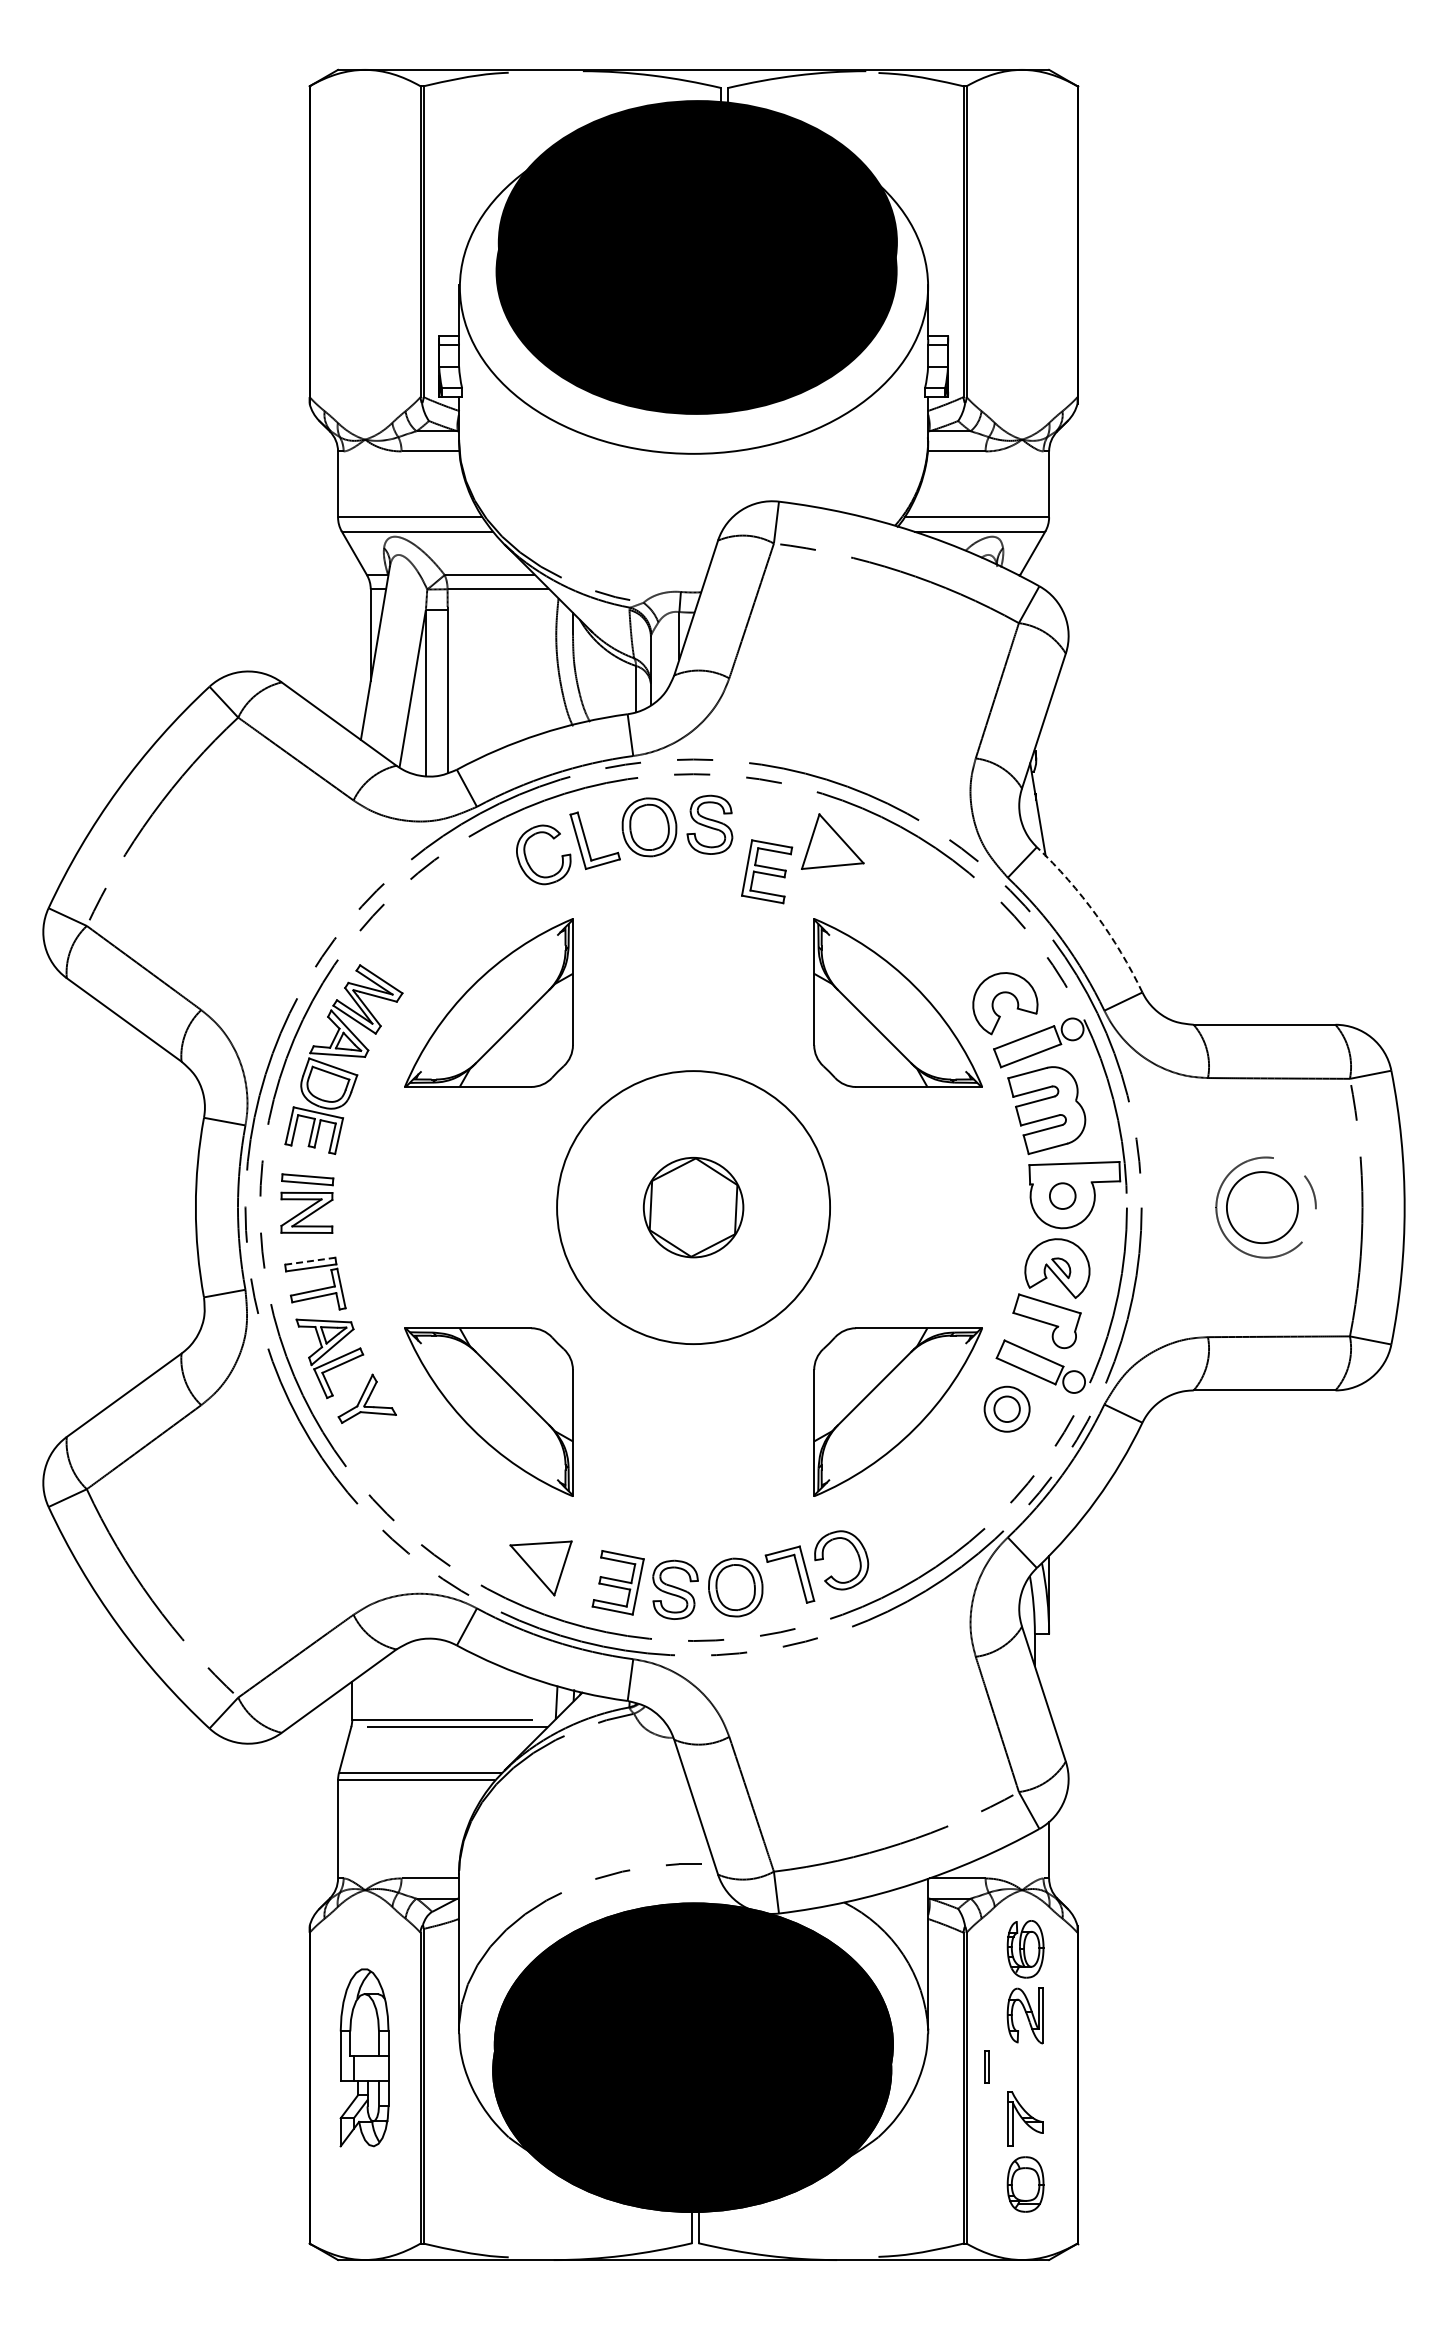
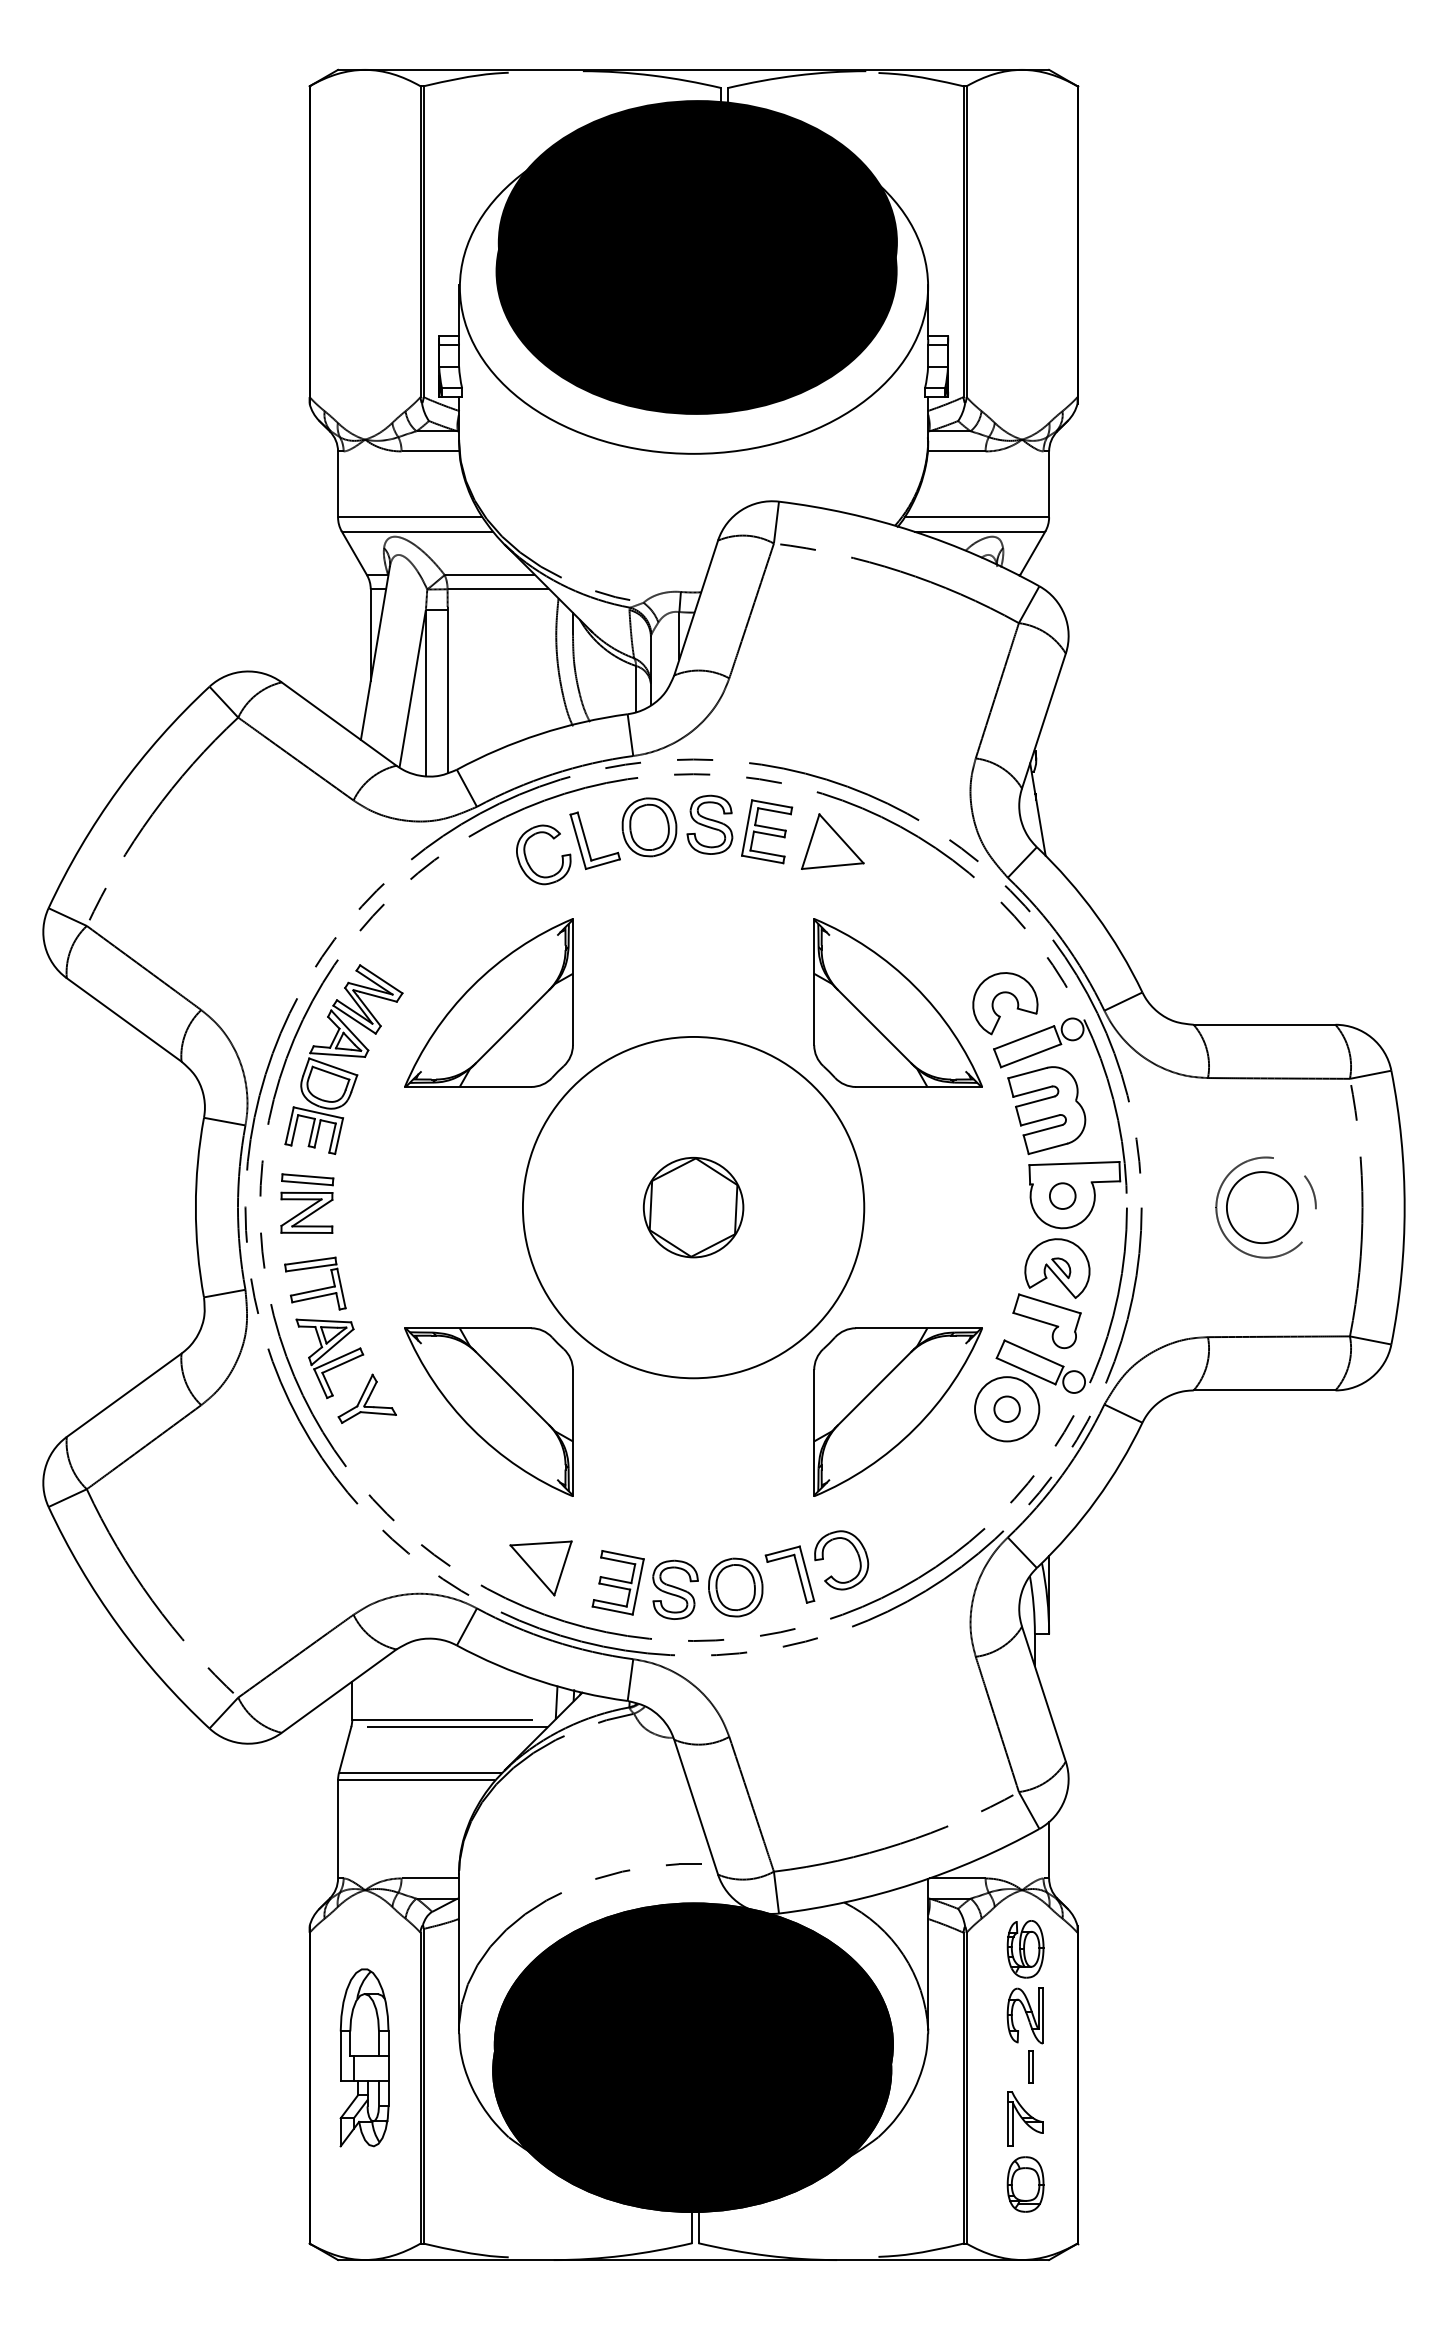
part at (767, 871) position: (767, 871) -> (767, 831)
arc at (1096, 915): dashed -> solid
circle at (693, 1207) diameter: 273 px -> 341 px
line at (310, 1261): dashed -> solid
circle at (1006, 1408) diameter: 45 px -> 64 px
part at (986, 2066) position: (986, 2066) -> (1030, 2066)
